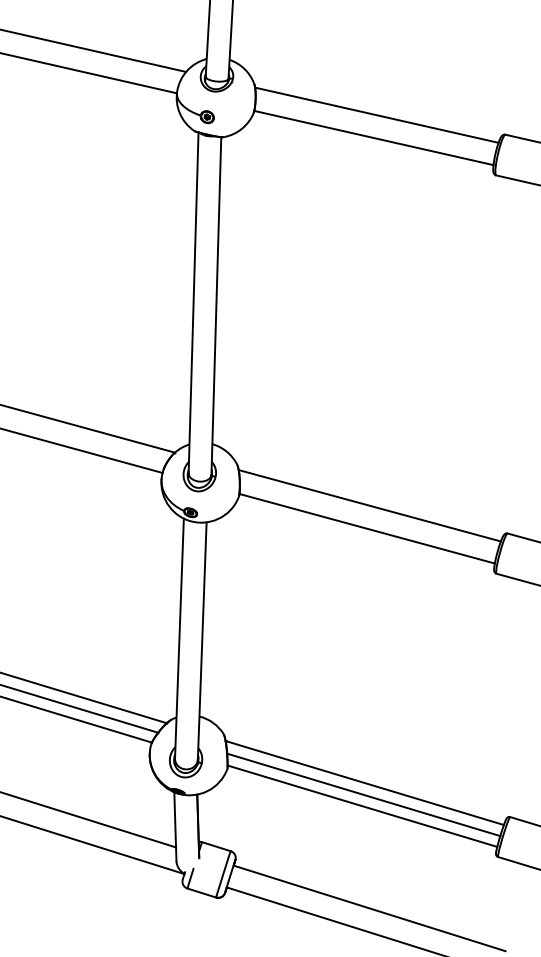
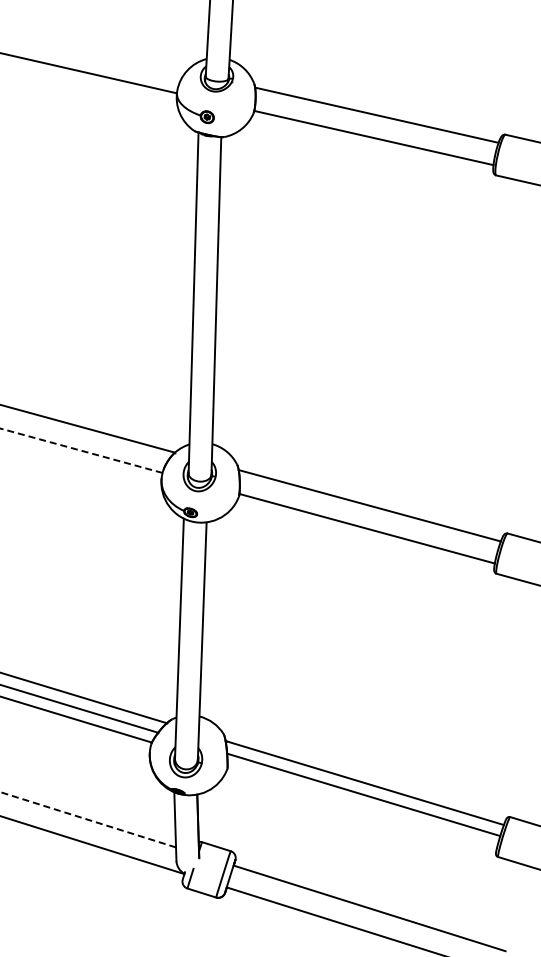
line at (94, 50): present -> none
line at (81, 450): solid -> dashed
line at (362, 805): present -> none
line at (88, 819): solid -> dashed
